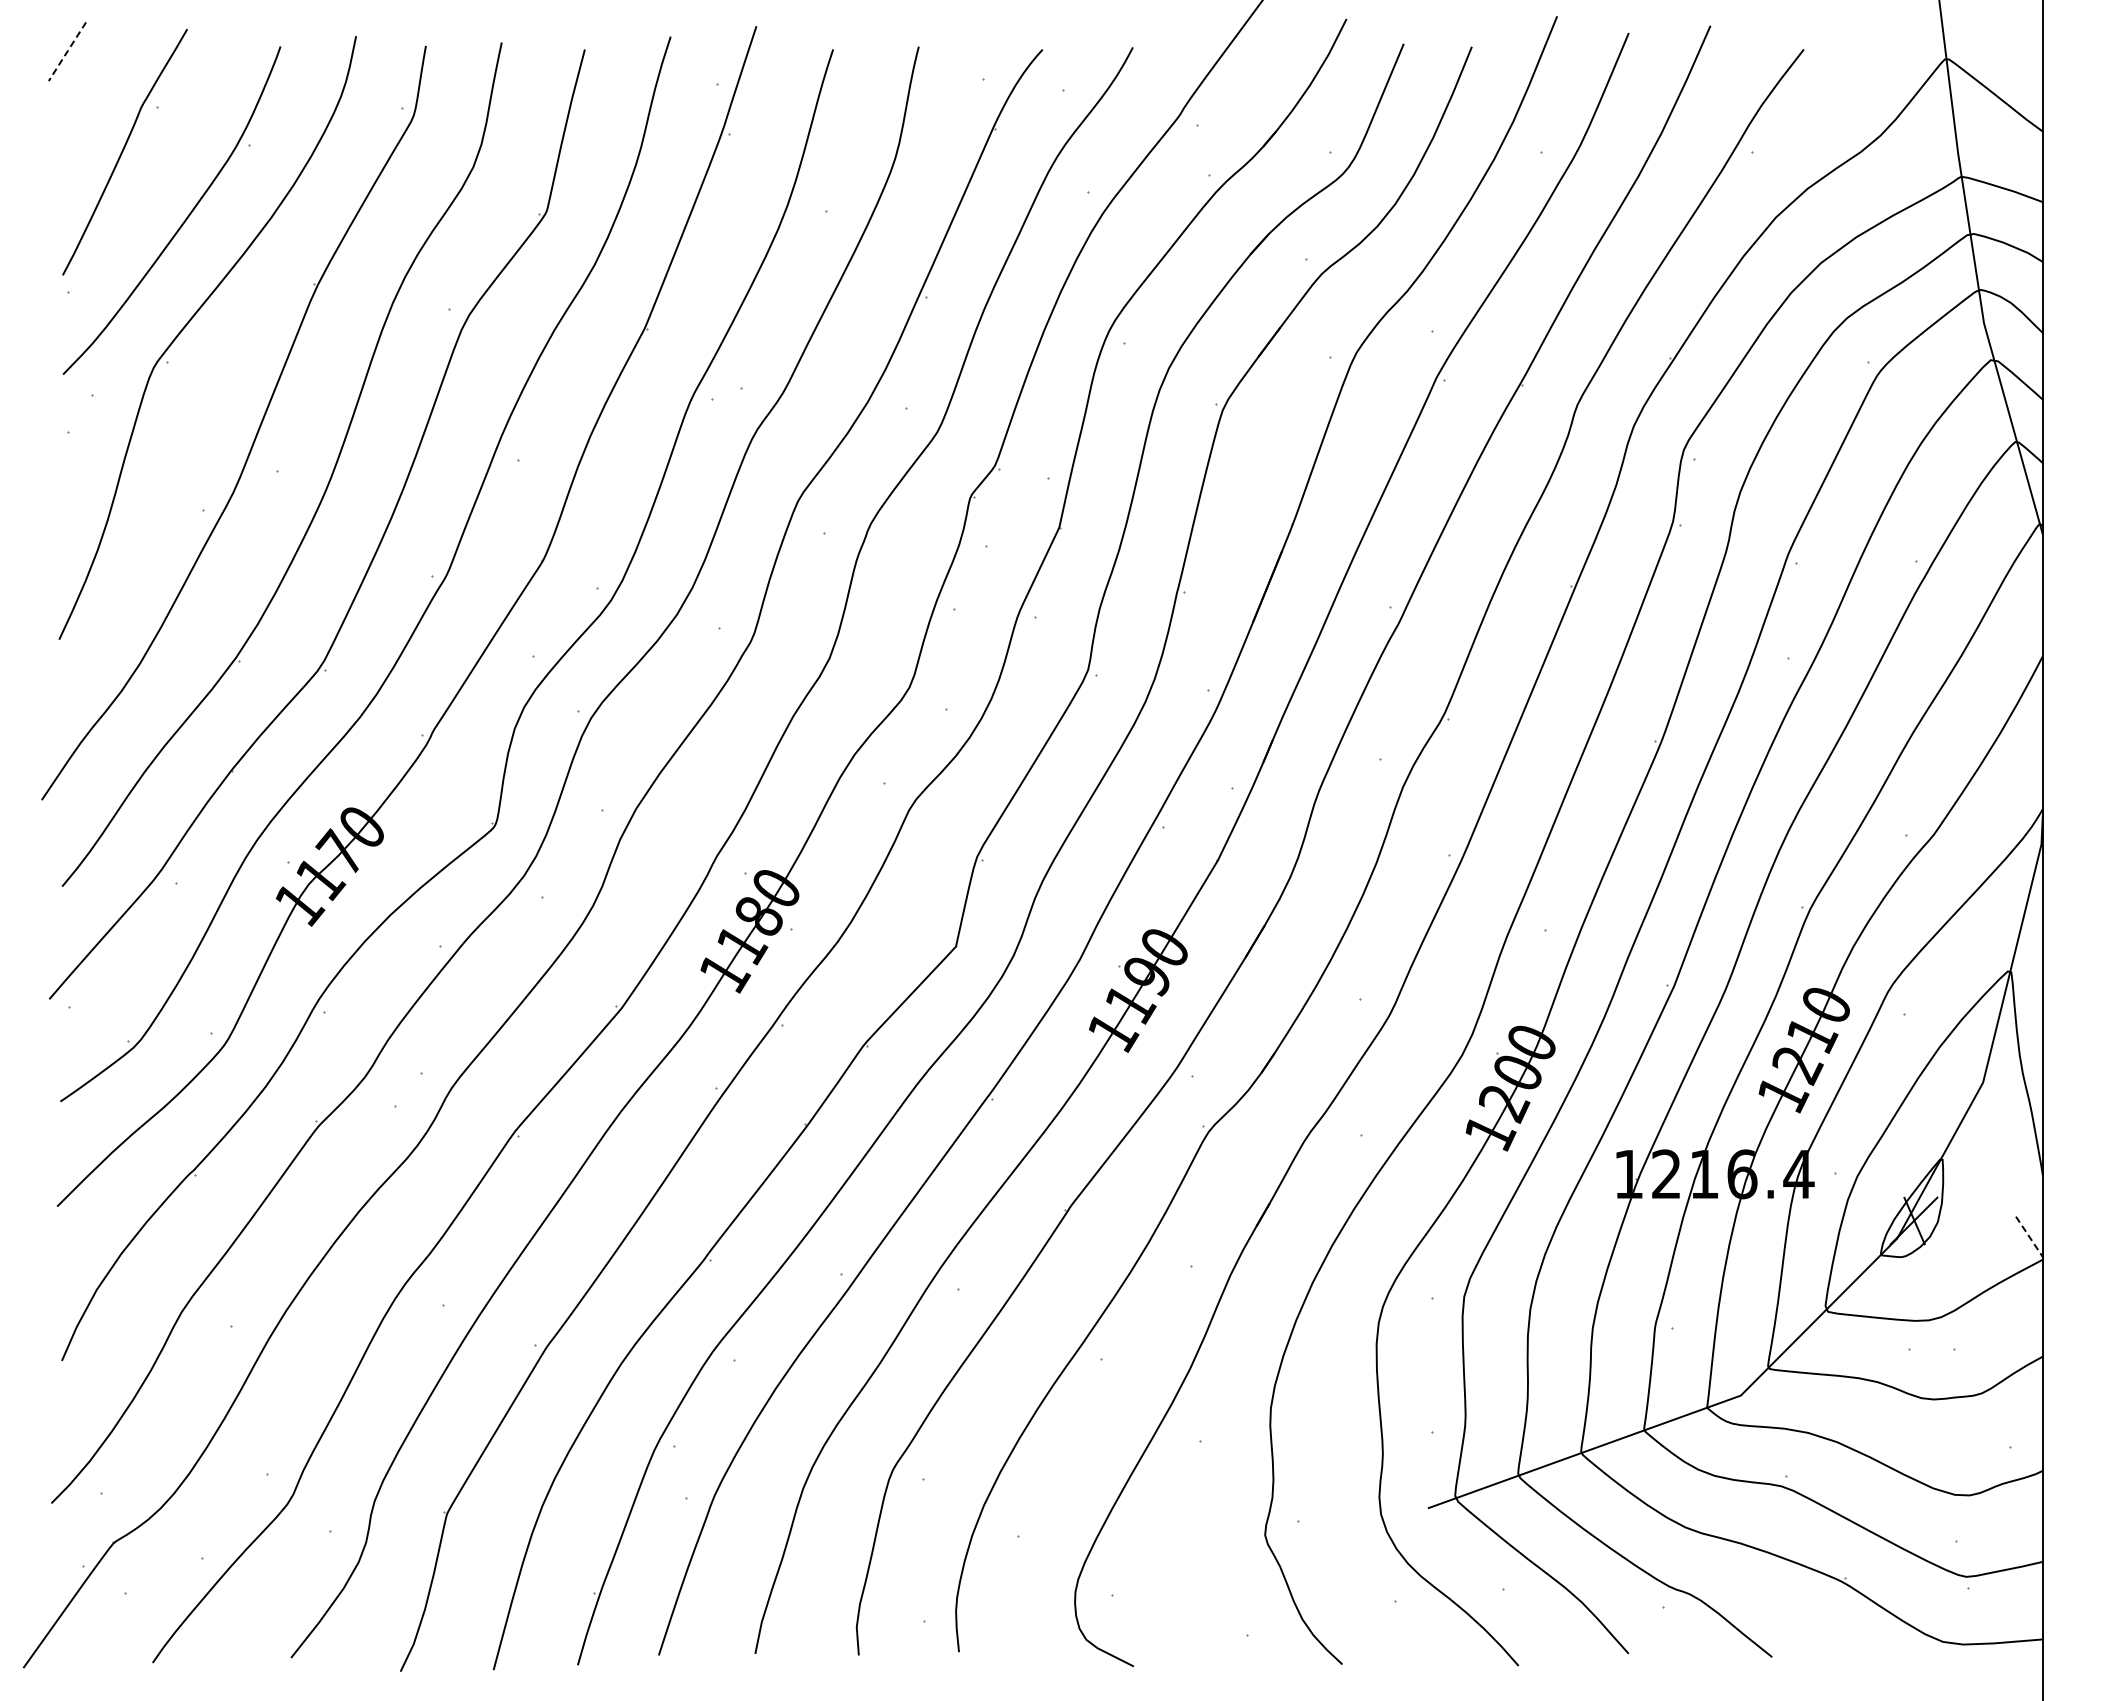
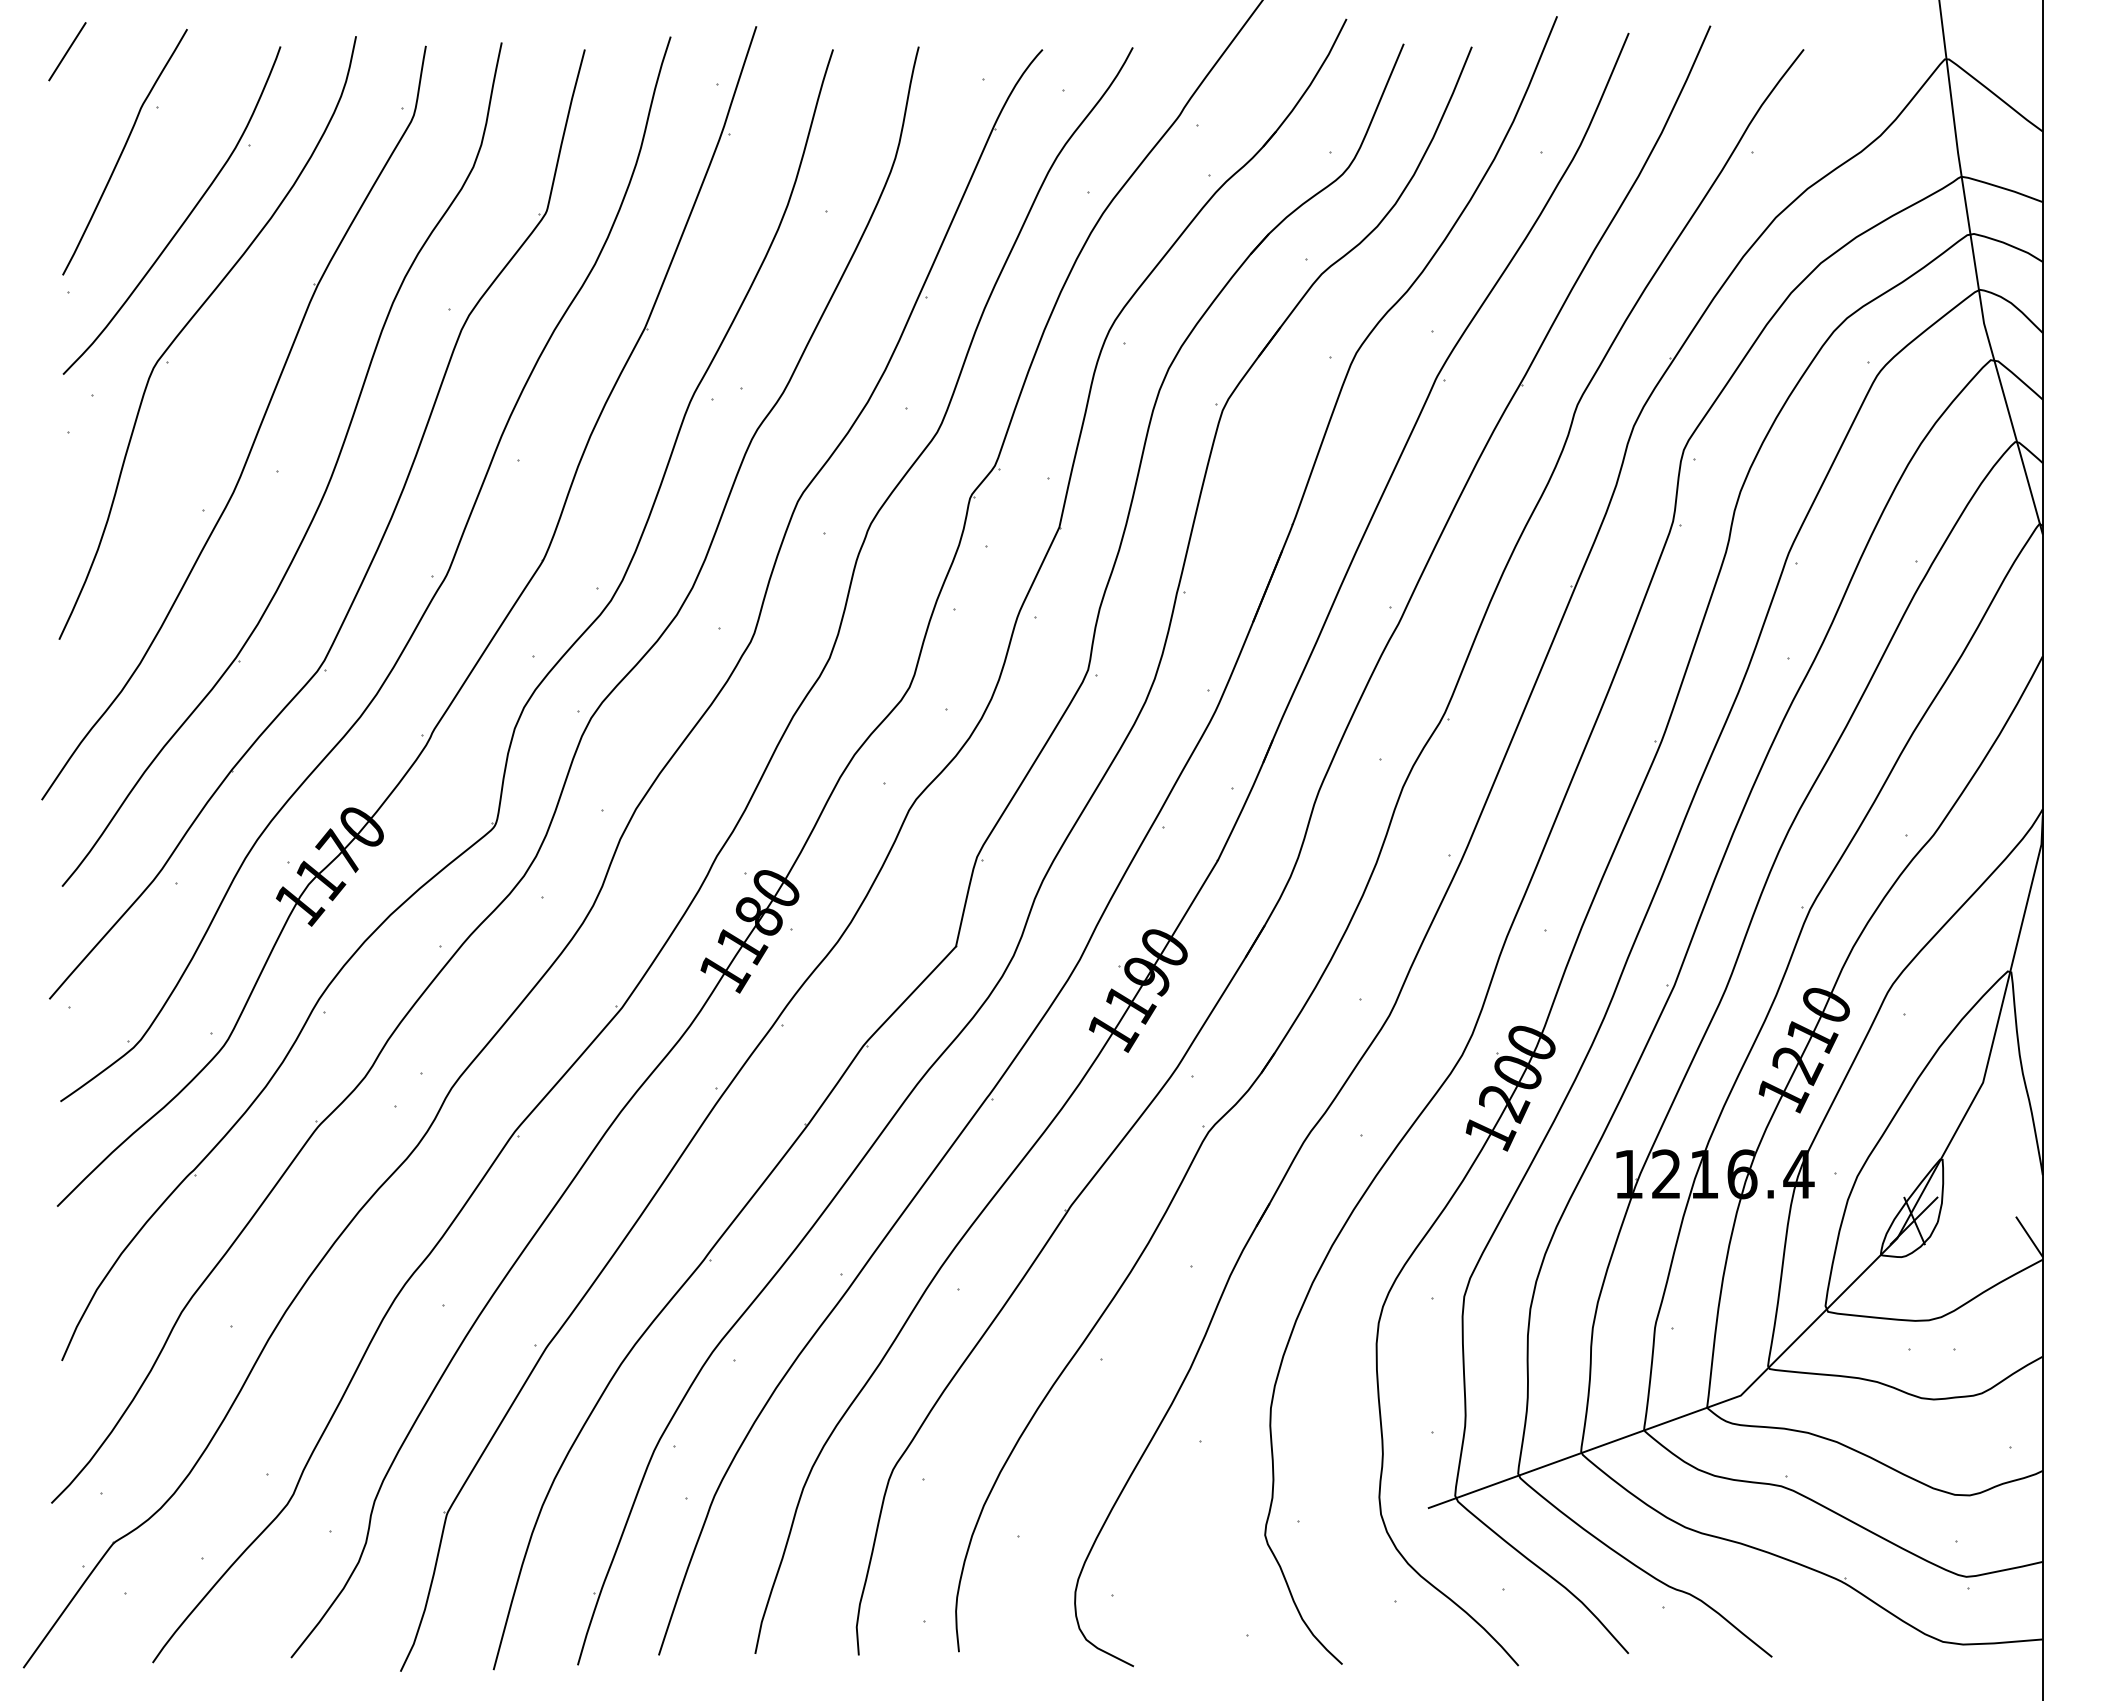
line at (67, 51): dashed -> solid
line at (2029, 1237): dashed -> solid
